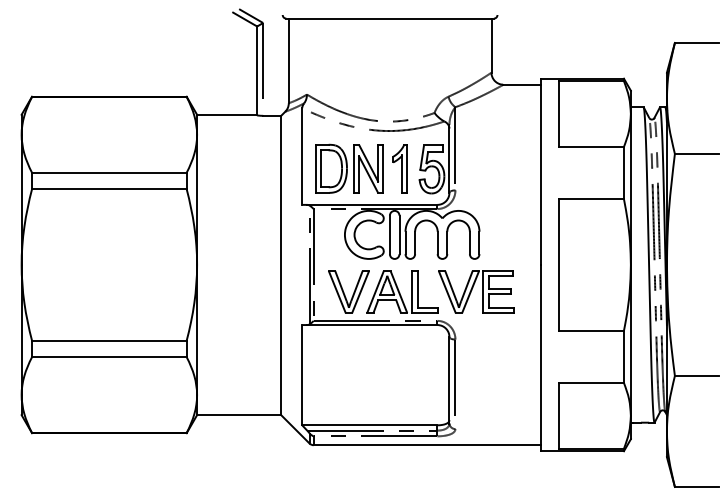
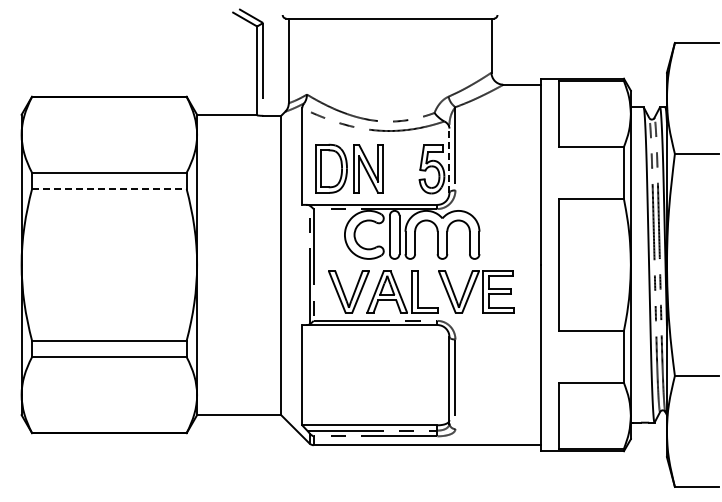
line at (449, 158): solid -> dashed
part at (399, 168): present -> none
line at (109, 189): solid -> dashed
